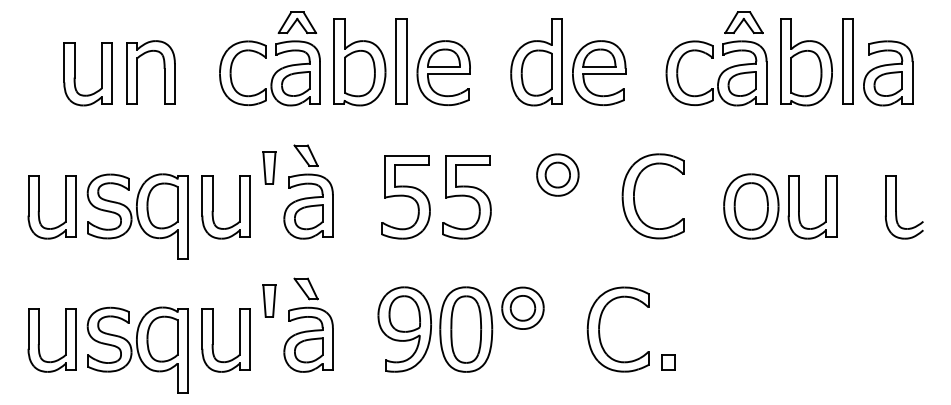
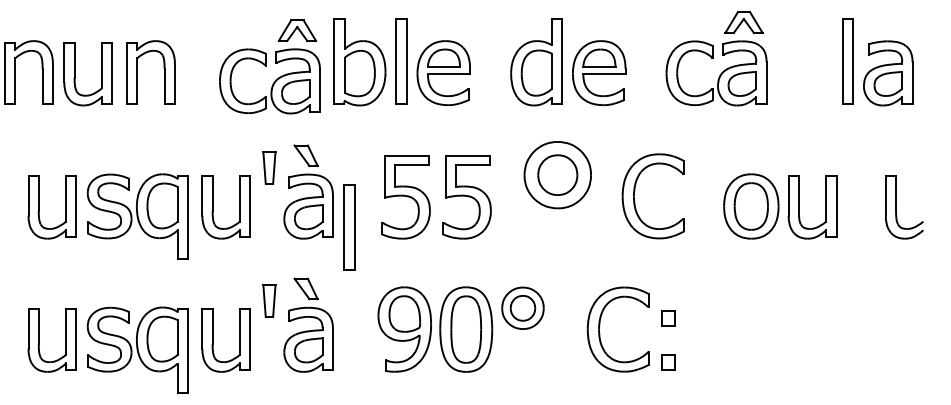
part at (269, 58) position: (269, 58) -> (269, 66)
part at (806, 62): present -> none
part at (15, 72): none -> present
part at (557, 174) size: 44x44 px -> 69x69 px
part at (349, 227): none -> present
part at (668, 318): none -> present
